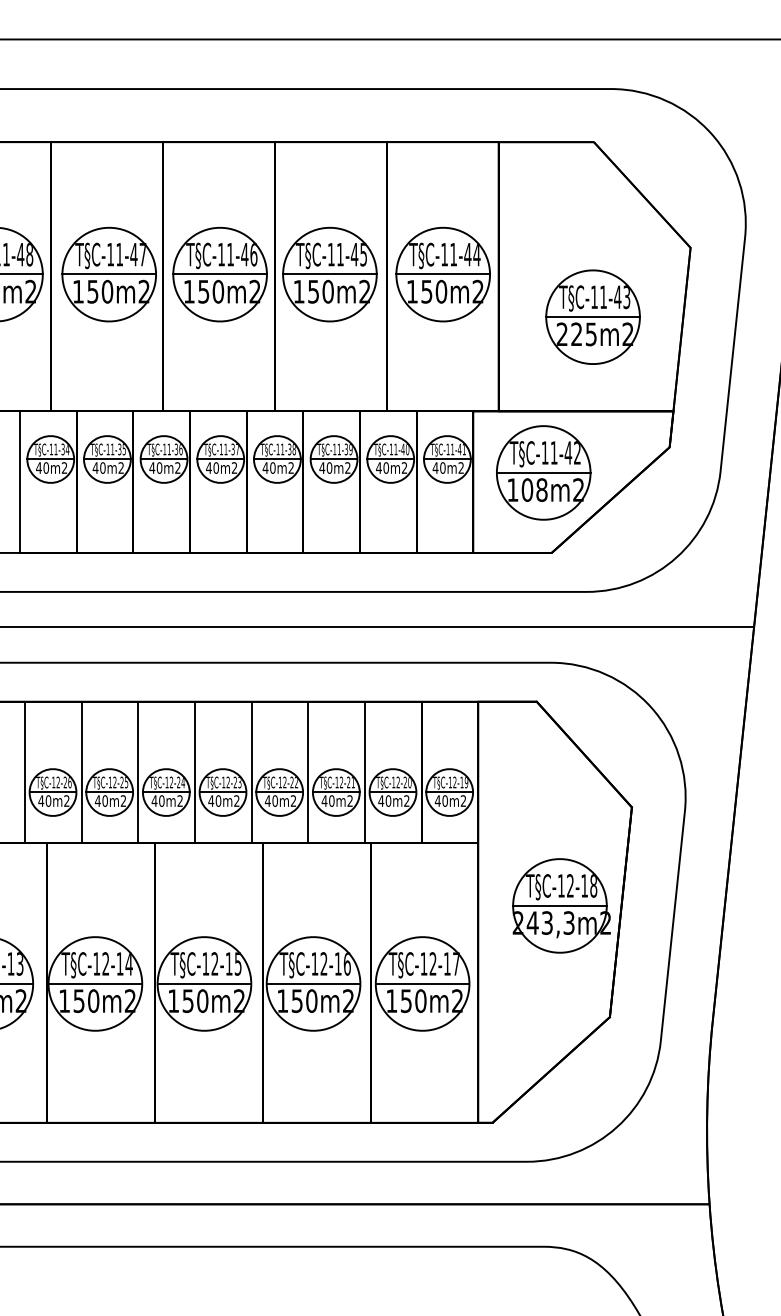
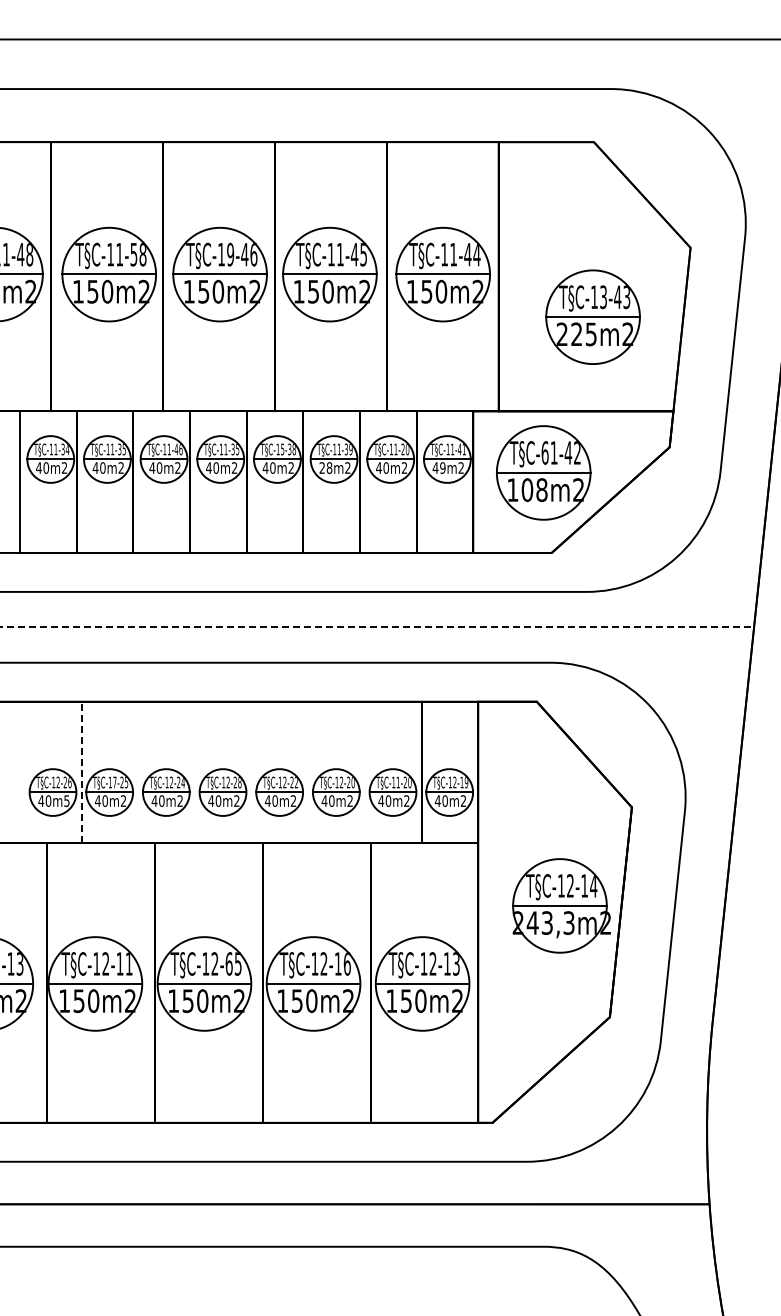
text at (138, 254): T§C-11-47 -> T§C-11-58
text at (230, 254): T§C-11-46 -> T§C-19-46
text at (603, 297): T§C-11-43 -> T§C-13-43
text at (176, 449): T§C-11-36 -> T§C-11-46
text at (237, 449): T§C-11-37 -> T§C-11-35
text at (282, 449): T§C-11-38 -> T§C-15-38
text at (402, 449): T§C-11-40 -> T§C-11-20
text at (544, 452): T§C-11-42 -> T§C-61-42
text at (325, 467): 40m2 -> 28m2
text at (442, 467): 40m2 -> 49m2
line at (377, 627): solid -> dashed
line at (24, 772): present -> none
line at (81, 772): solid -> dashed
line at (138, 772): present -> none
line at (194, 772): present -> none
line at (251, 772): present -> none
line at (308, 772): present -> none
line at (364, 772): present -> none
text at (114, 782): T§C-12-25 -> T§C-17-25
text at (239, 782): T§C-12-23 -> T§C-12-28
text at (352, 782): T§C-12-21 -> T§C-12-20
text at (397, 782): T§C-12-20 -> T§C-11-20
text at (66, 800): 40m2 -> 40m5
text at (593, 885): T§C-12-18 -> T§C-12-14
text at (128, 963): T§C-12-14 -> T§C-12-11
text at (228, 963): T§C-12-15 -> T§C-12-65
text at (456, 963): T§C-12-17 -> T§C-12-13
